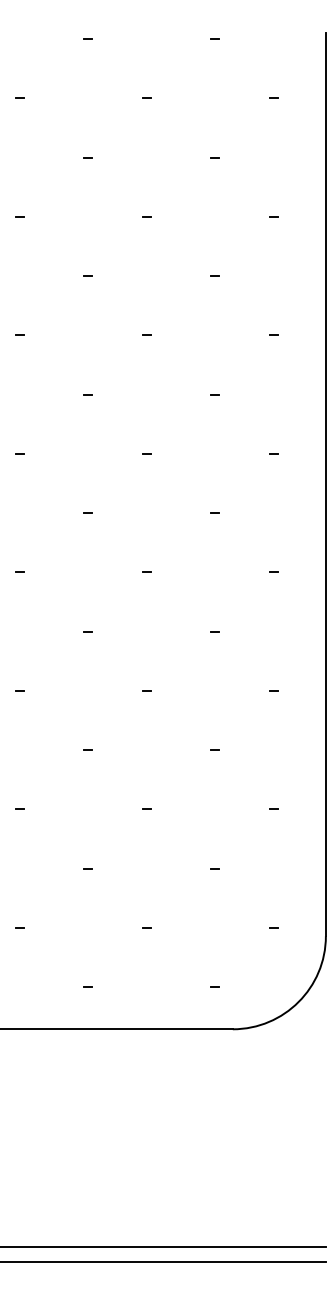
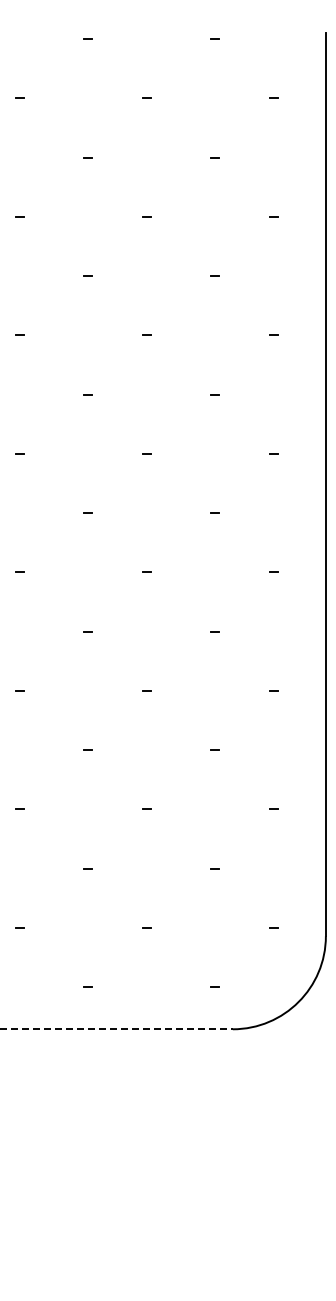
line at (116, 1029): solid -> dashed
line at (163, 1247): present -> none
line at (163, 1261): present -> none
